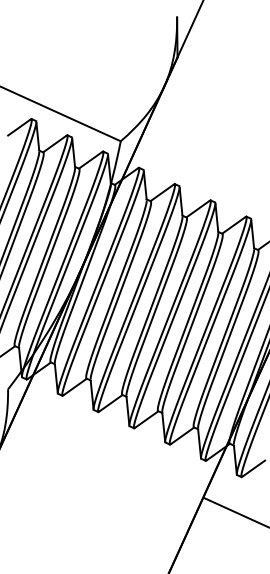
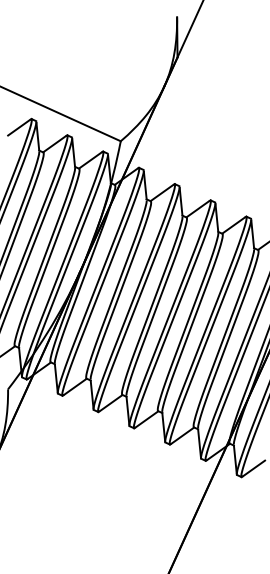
line at (234, 511): present -> none
